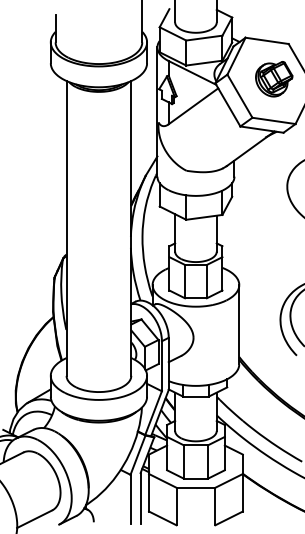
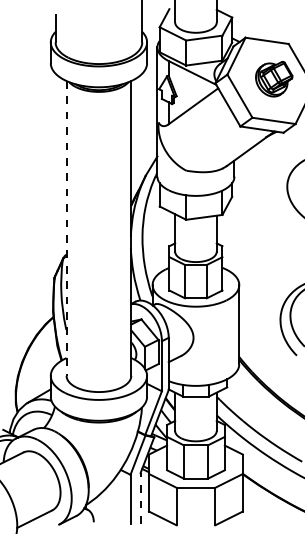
line at (66, 228): solid -> dashed
line at (140, 497): solid -> dashed
